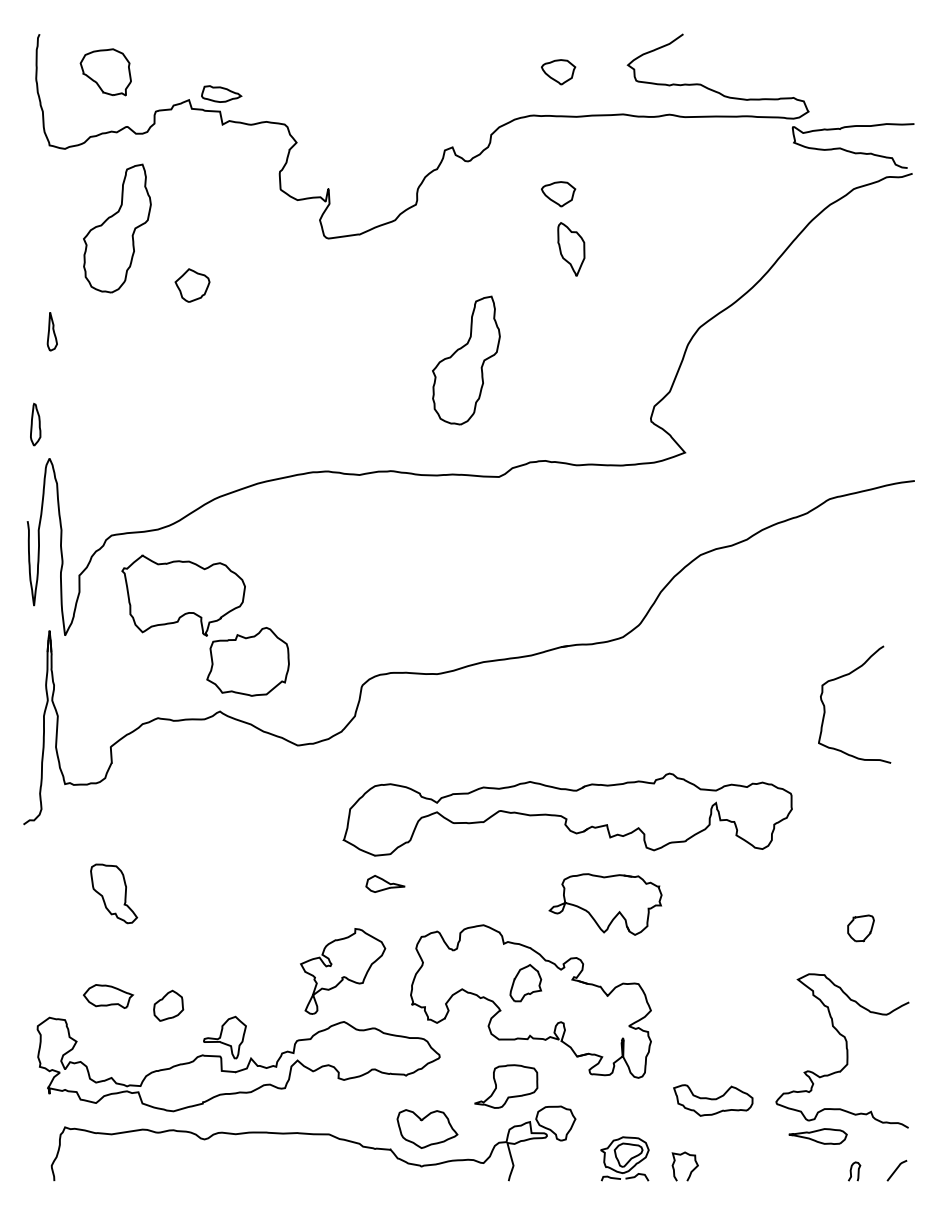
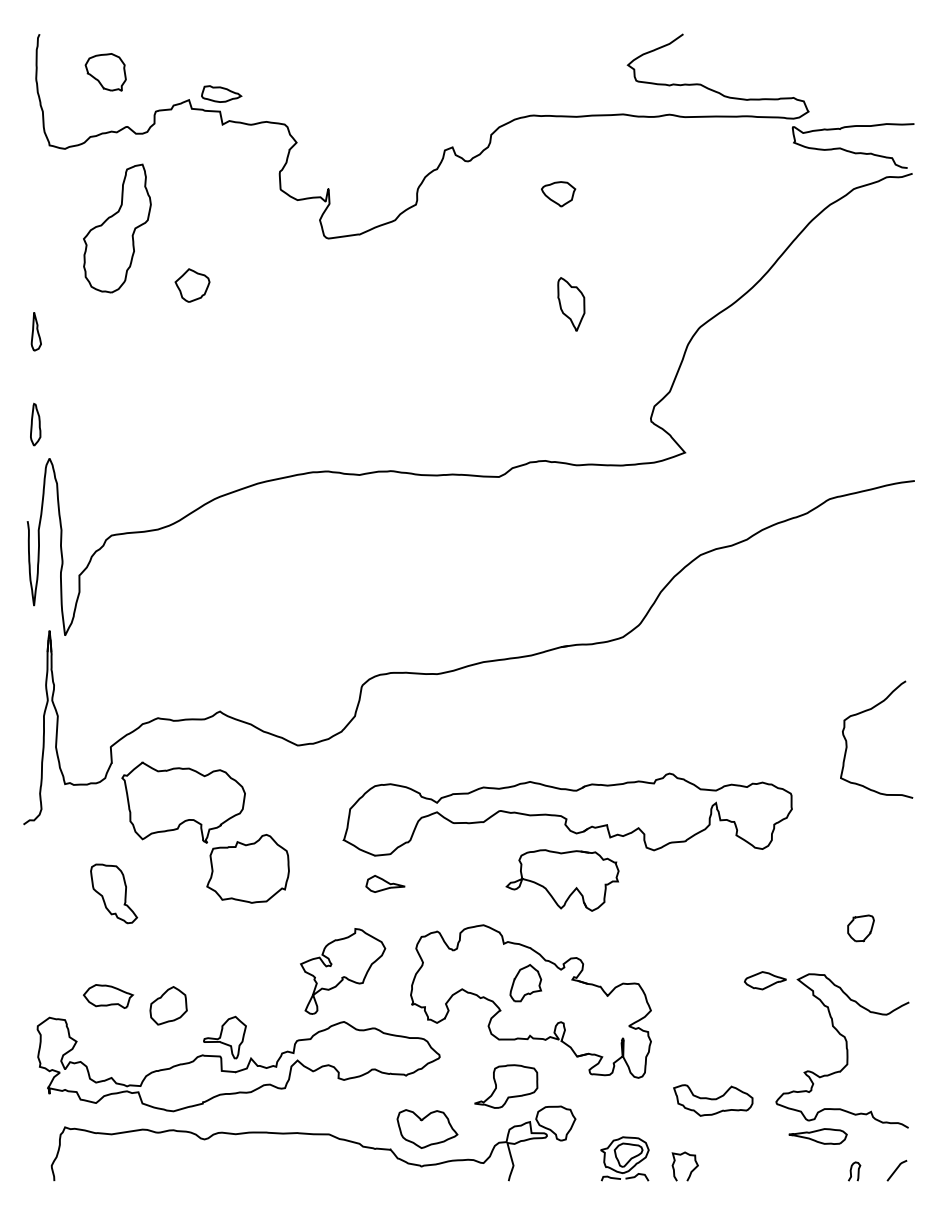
part at (105, 72) size: 53x49 px -> 43x39 px
part at (558, 72): present -> none
part at (571, 249) position: (571, 249) -> (571, 304)
part at (51, 331) position: (51, 331) -> (35, 331)
part at (466, 360): present -> none
part at (205, 625) position: (205, 625) -> (205, 832)
curve at (825, 706) position: (825, 706) -> (847, 741)
part at (605, 904) position: (605, 904) -> (562, 880)
part at (765, 980): none -> present
part at (168, 1005) size: 32x33 px -> 39x40 px
